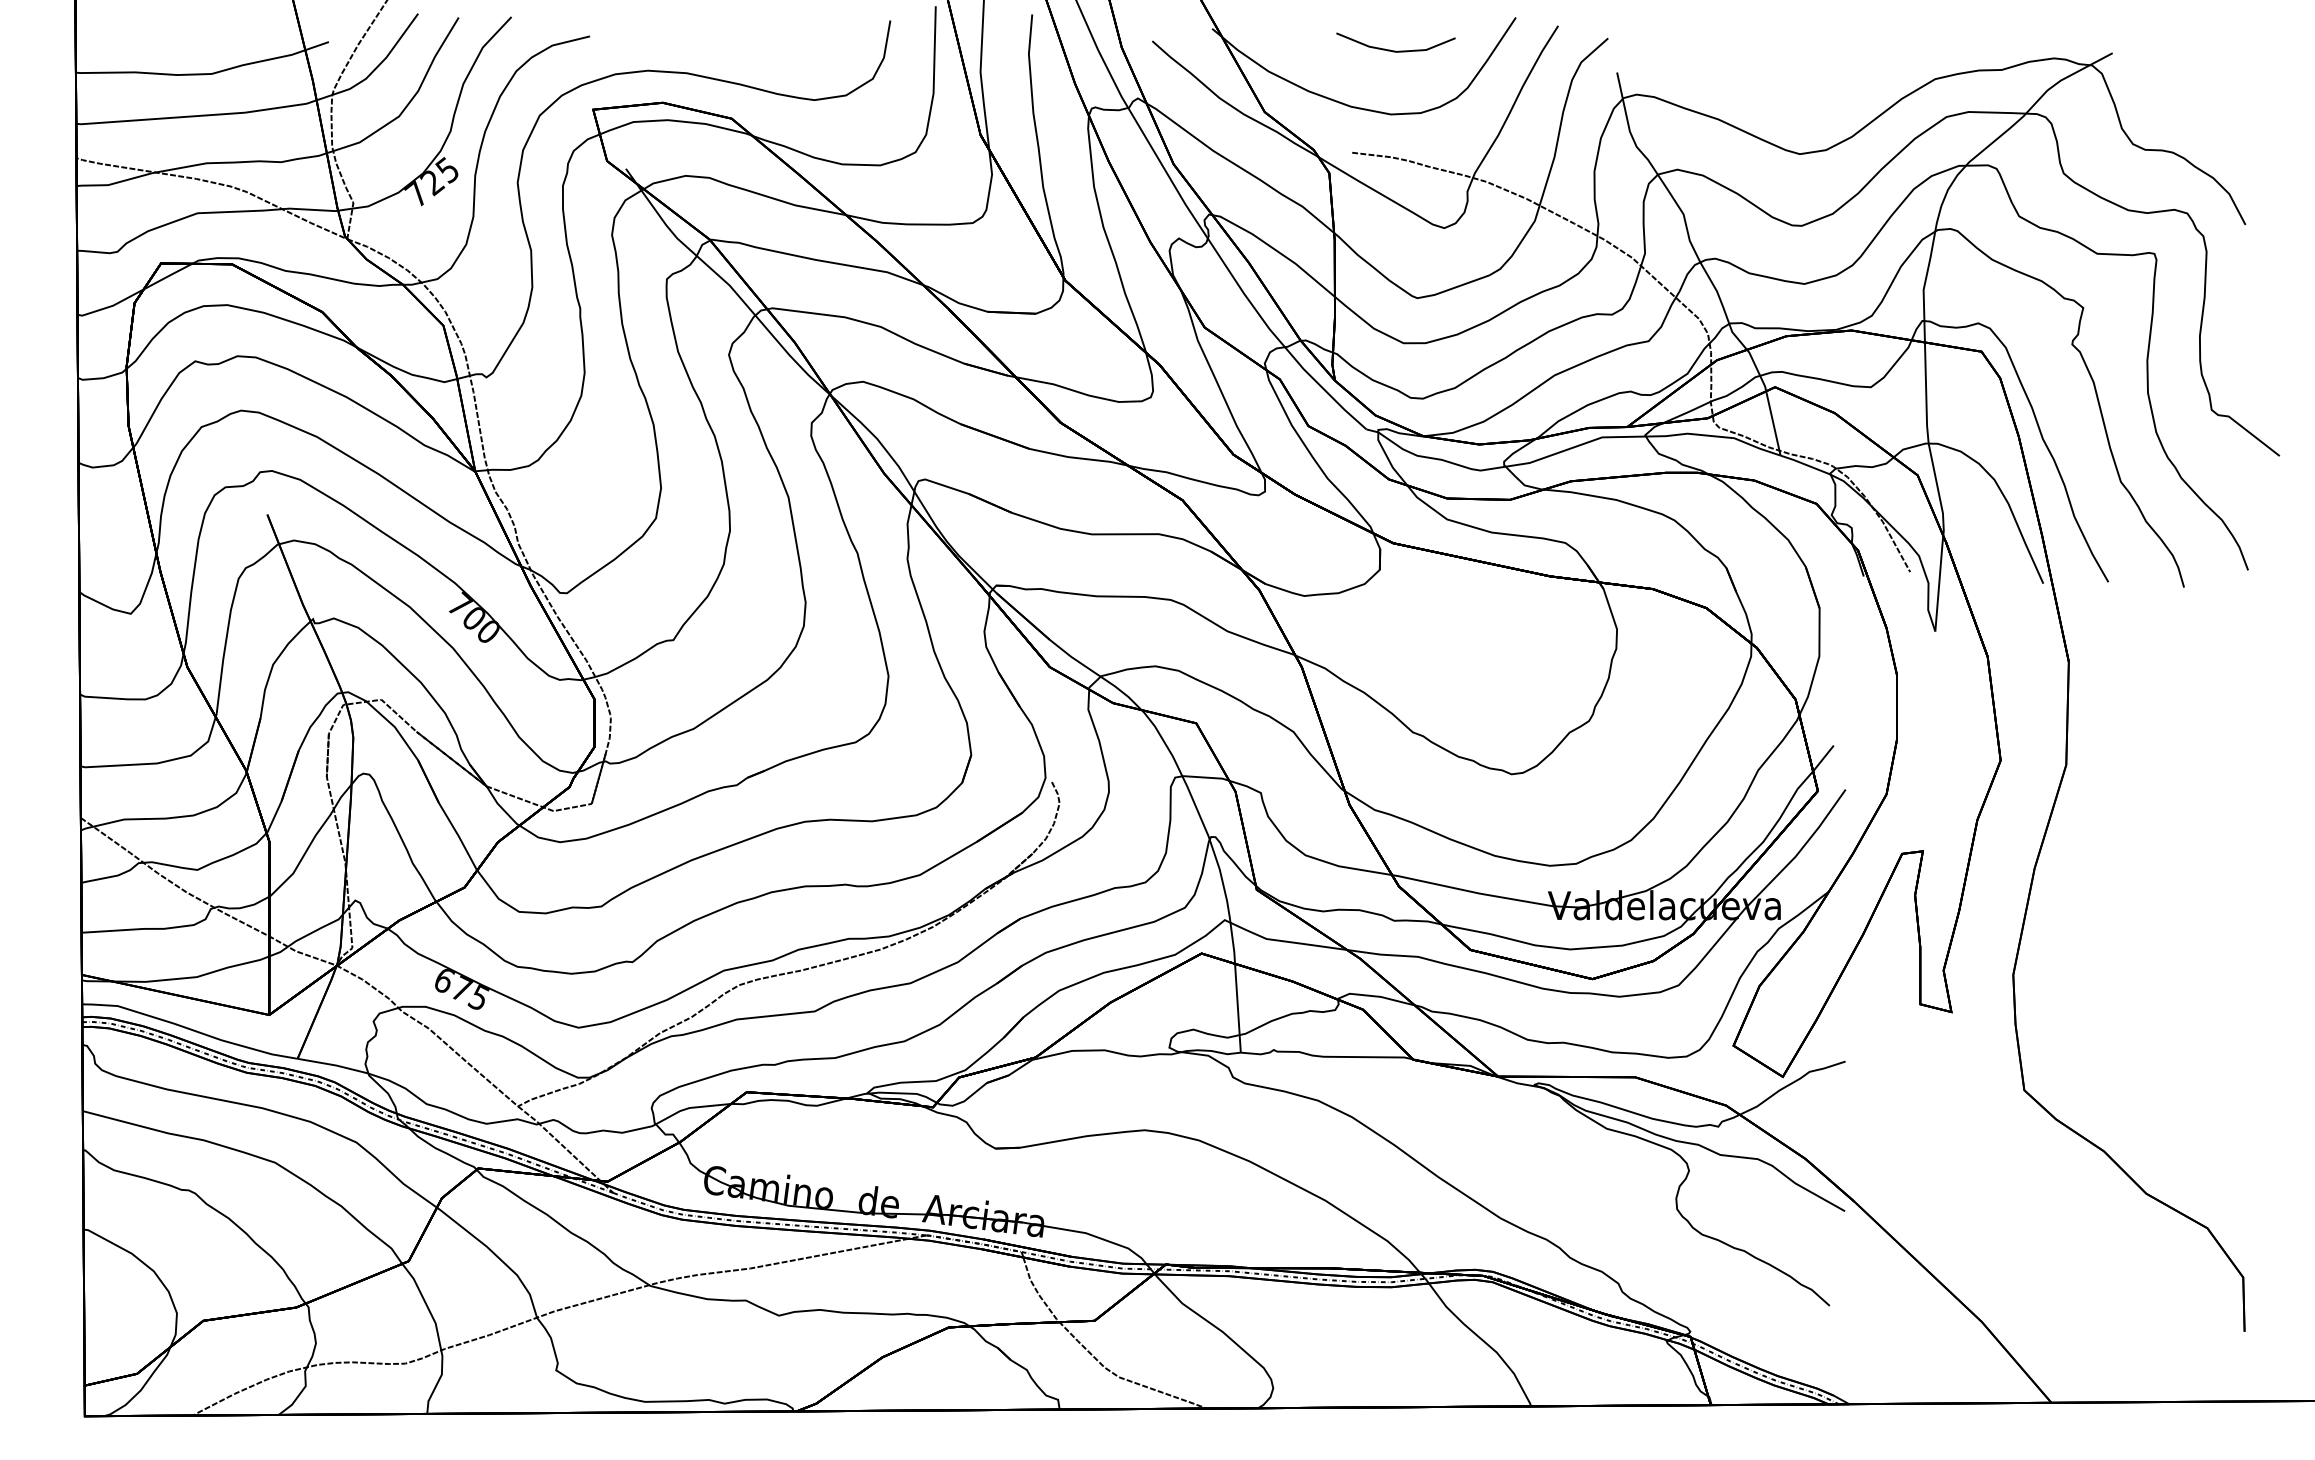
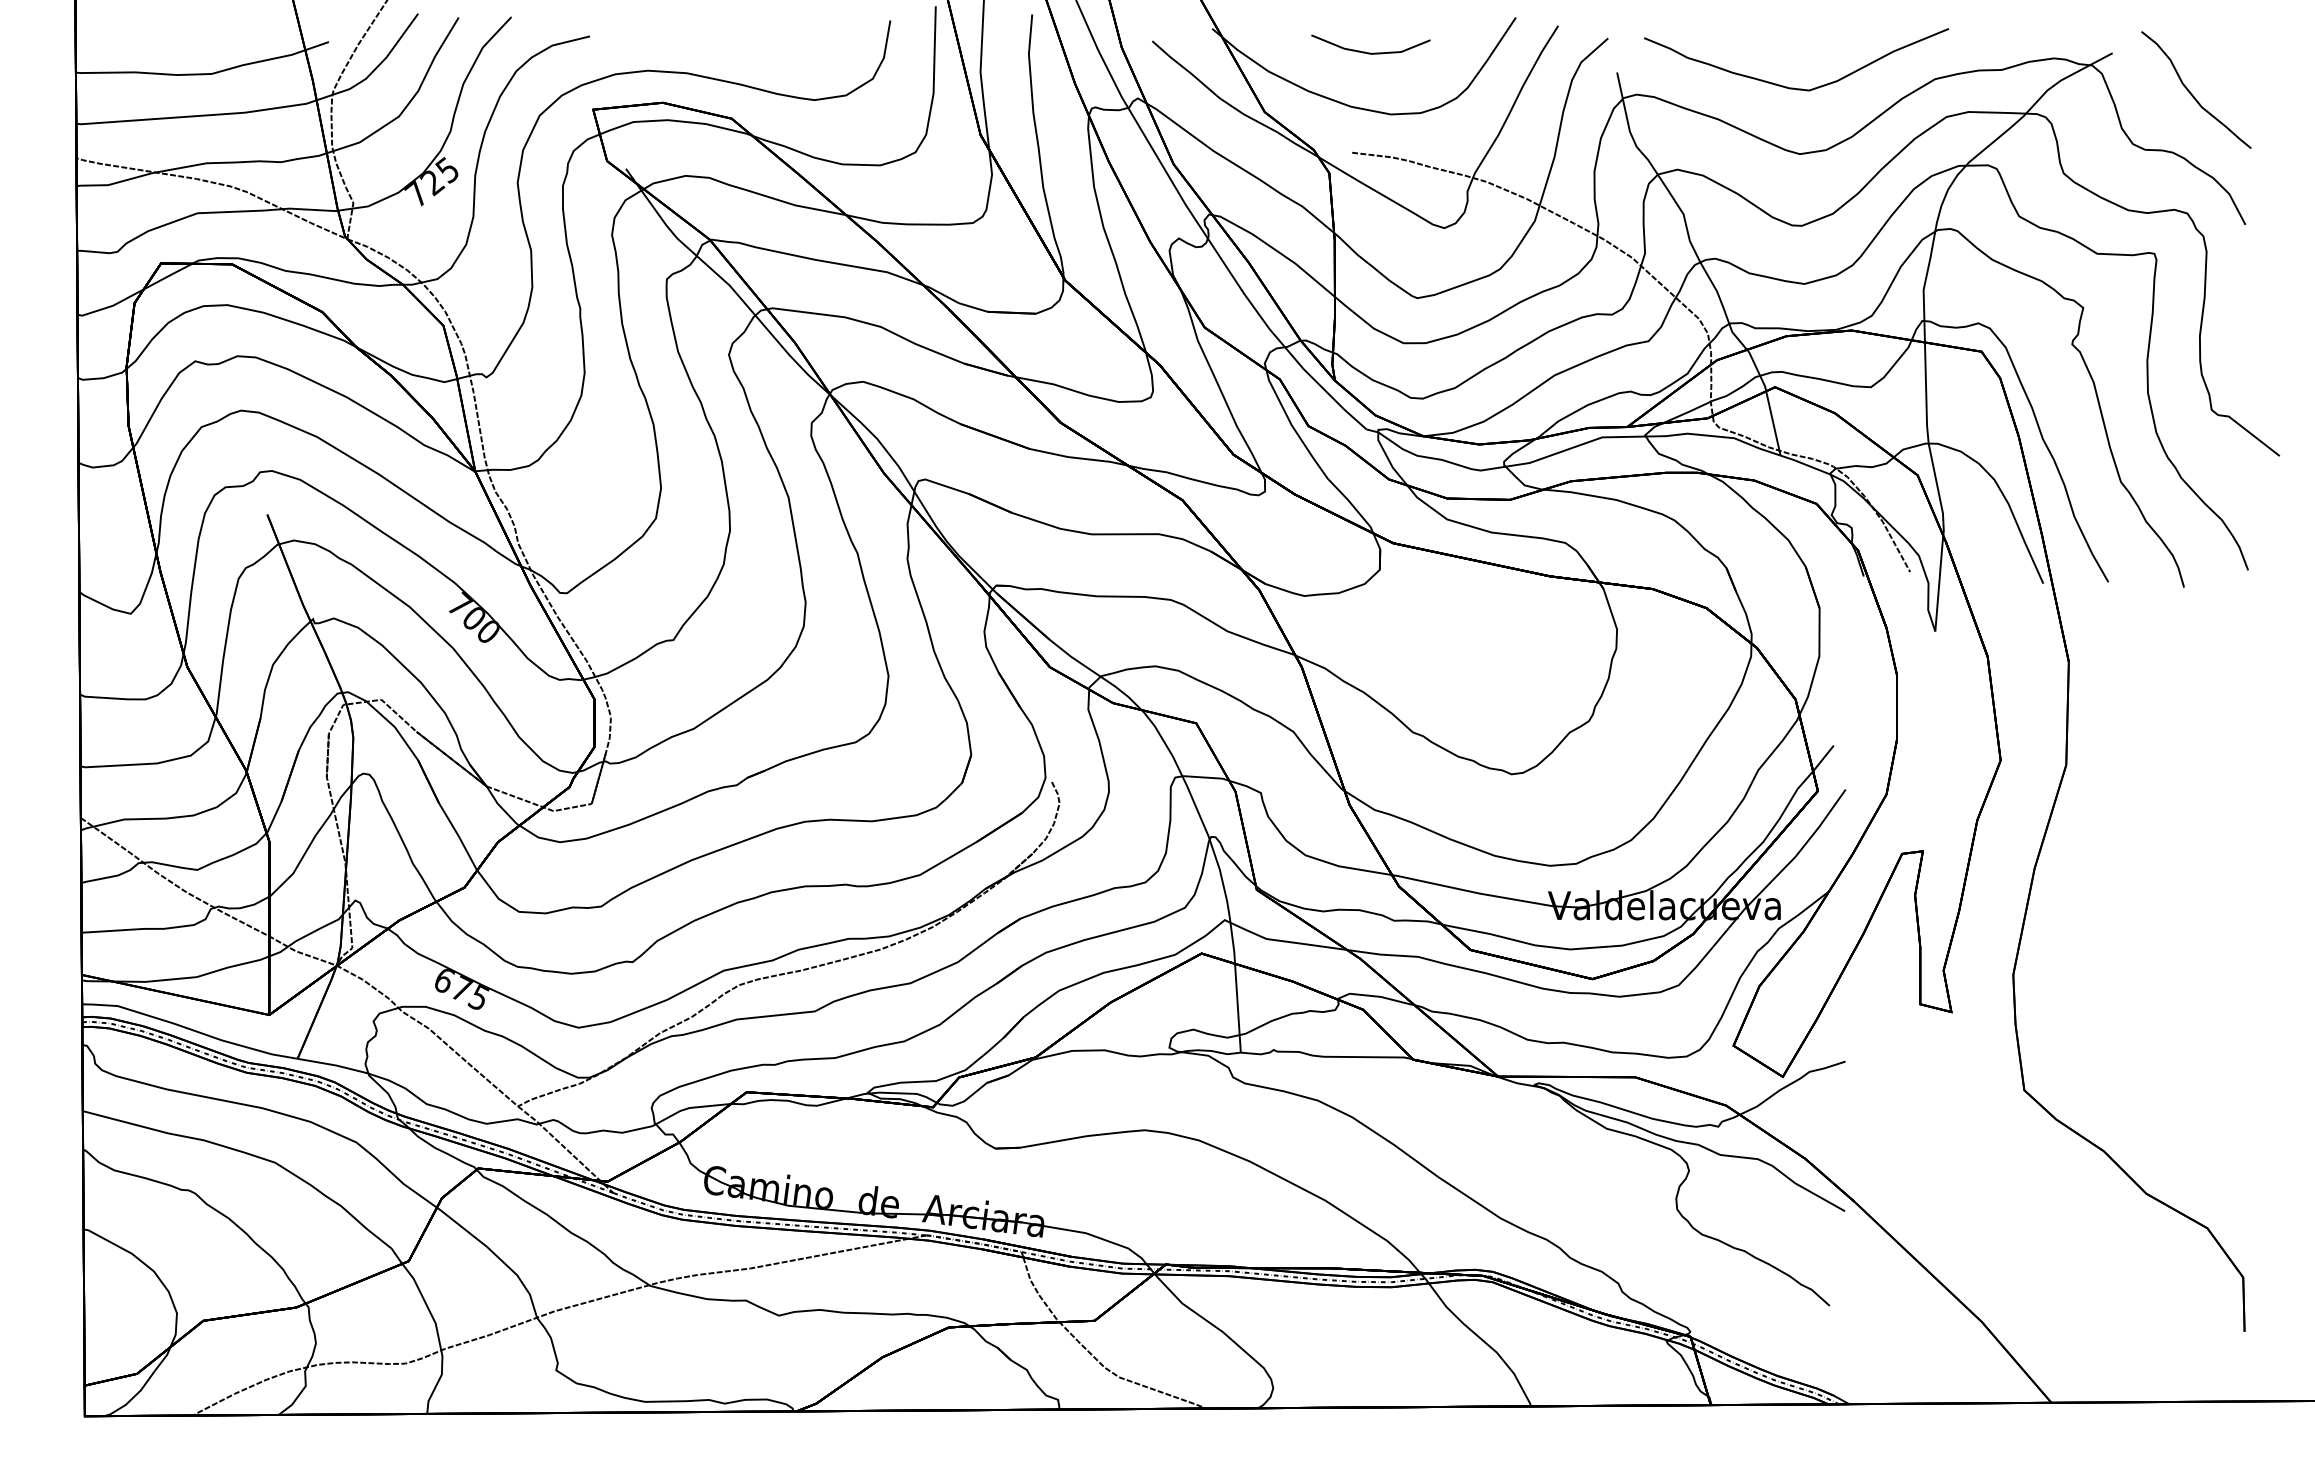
line at (1395, 50) position: (1395, 50) -> (1370, 52)
curve at (1793, 87): none -> present
curve at (2191, 92): none -> present
